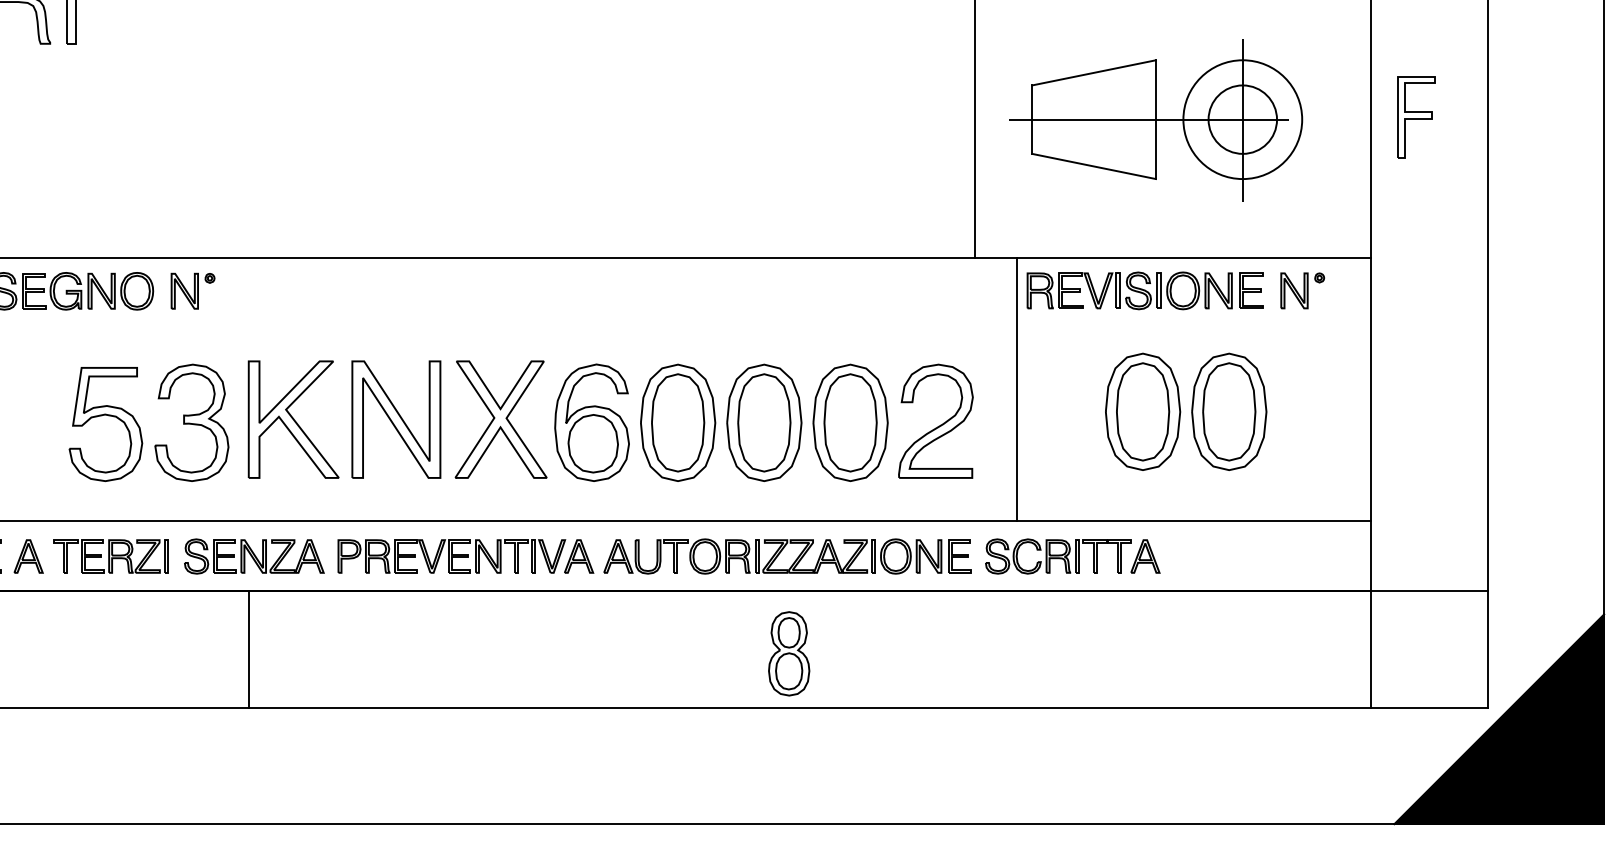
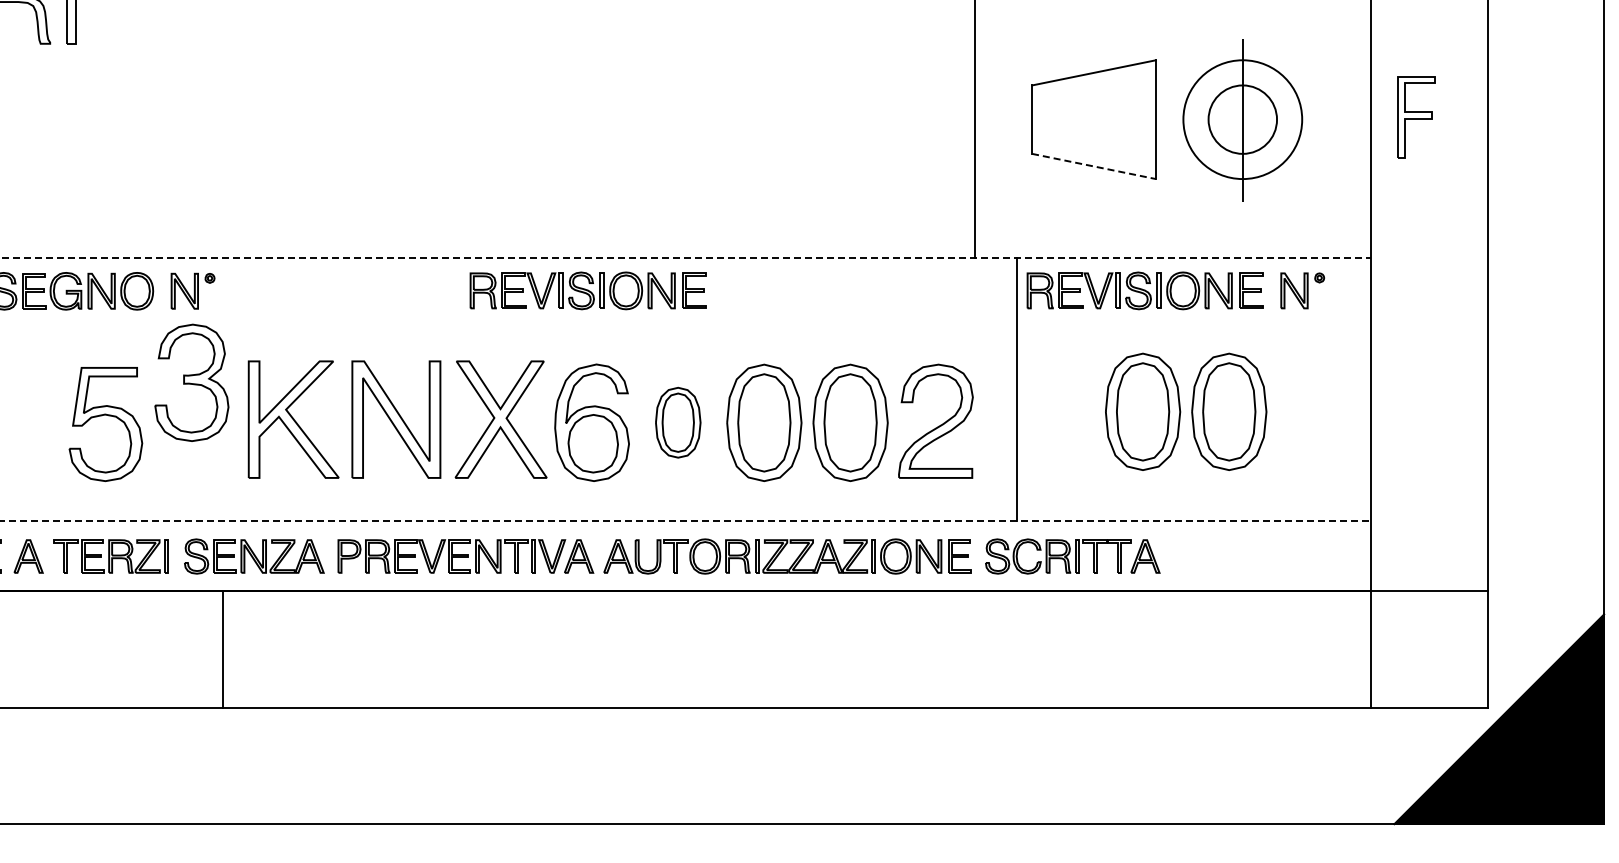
line at (1166, 119): present -> none
line at (1094, 166): solid -> dashed
line at (686, 257): solid -> dashed
part at (587, 290): none -> present
part at (191, 422) position: (191, 422) -> (191, 382)
part at (678, 422) size: 77x119 px -> 47x73 px
line at (686, 521): solid -> dashed
line at (249, 649) position: (249, 649) -> (223, 649)
part at (789, 653): present -> none
